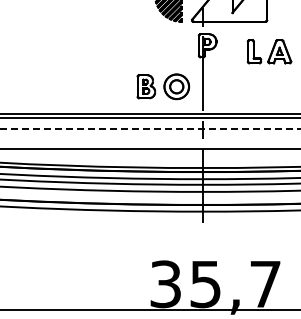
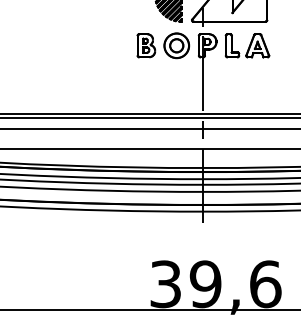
part at (269, 51) position: (269, 51) -> (247, 45)
part at (163, 86) position: (163, 86) -> (163, 45)
line at (149, 128): dashed -> solid
text at (235, 284): 35,7 -> 39,6
